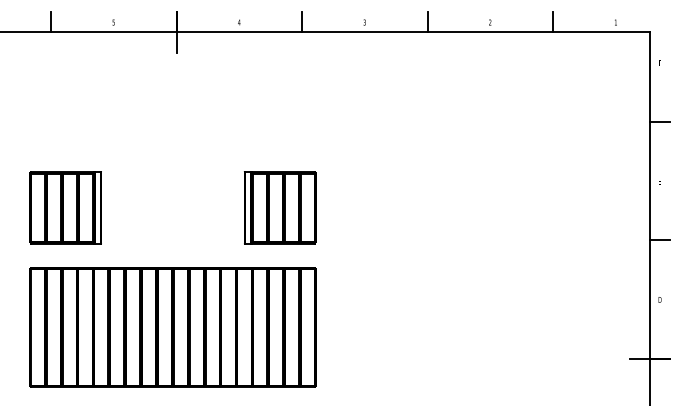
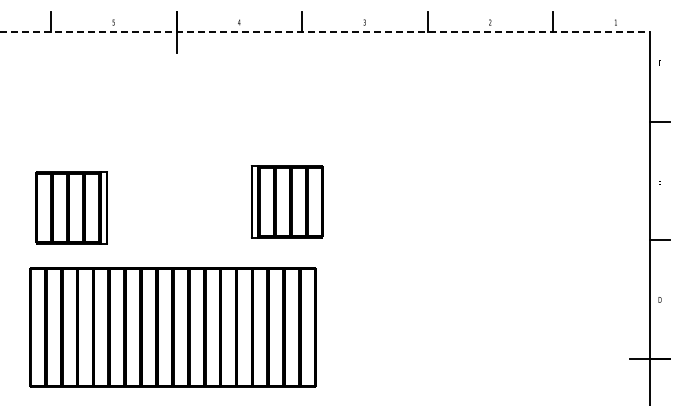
line at (325, 32): solid -> dashed
part at (65, 207) position: (65, 207) -> (71, 207)
part at (280, 207) position: (280, 207) -> (287, 201)
